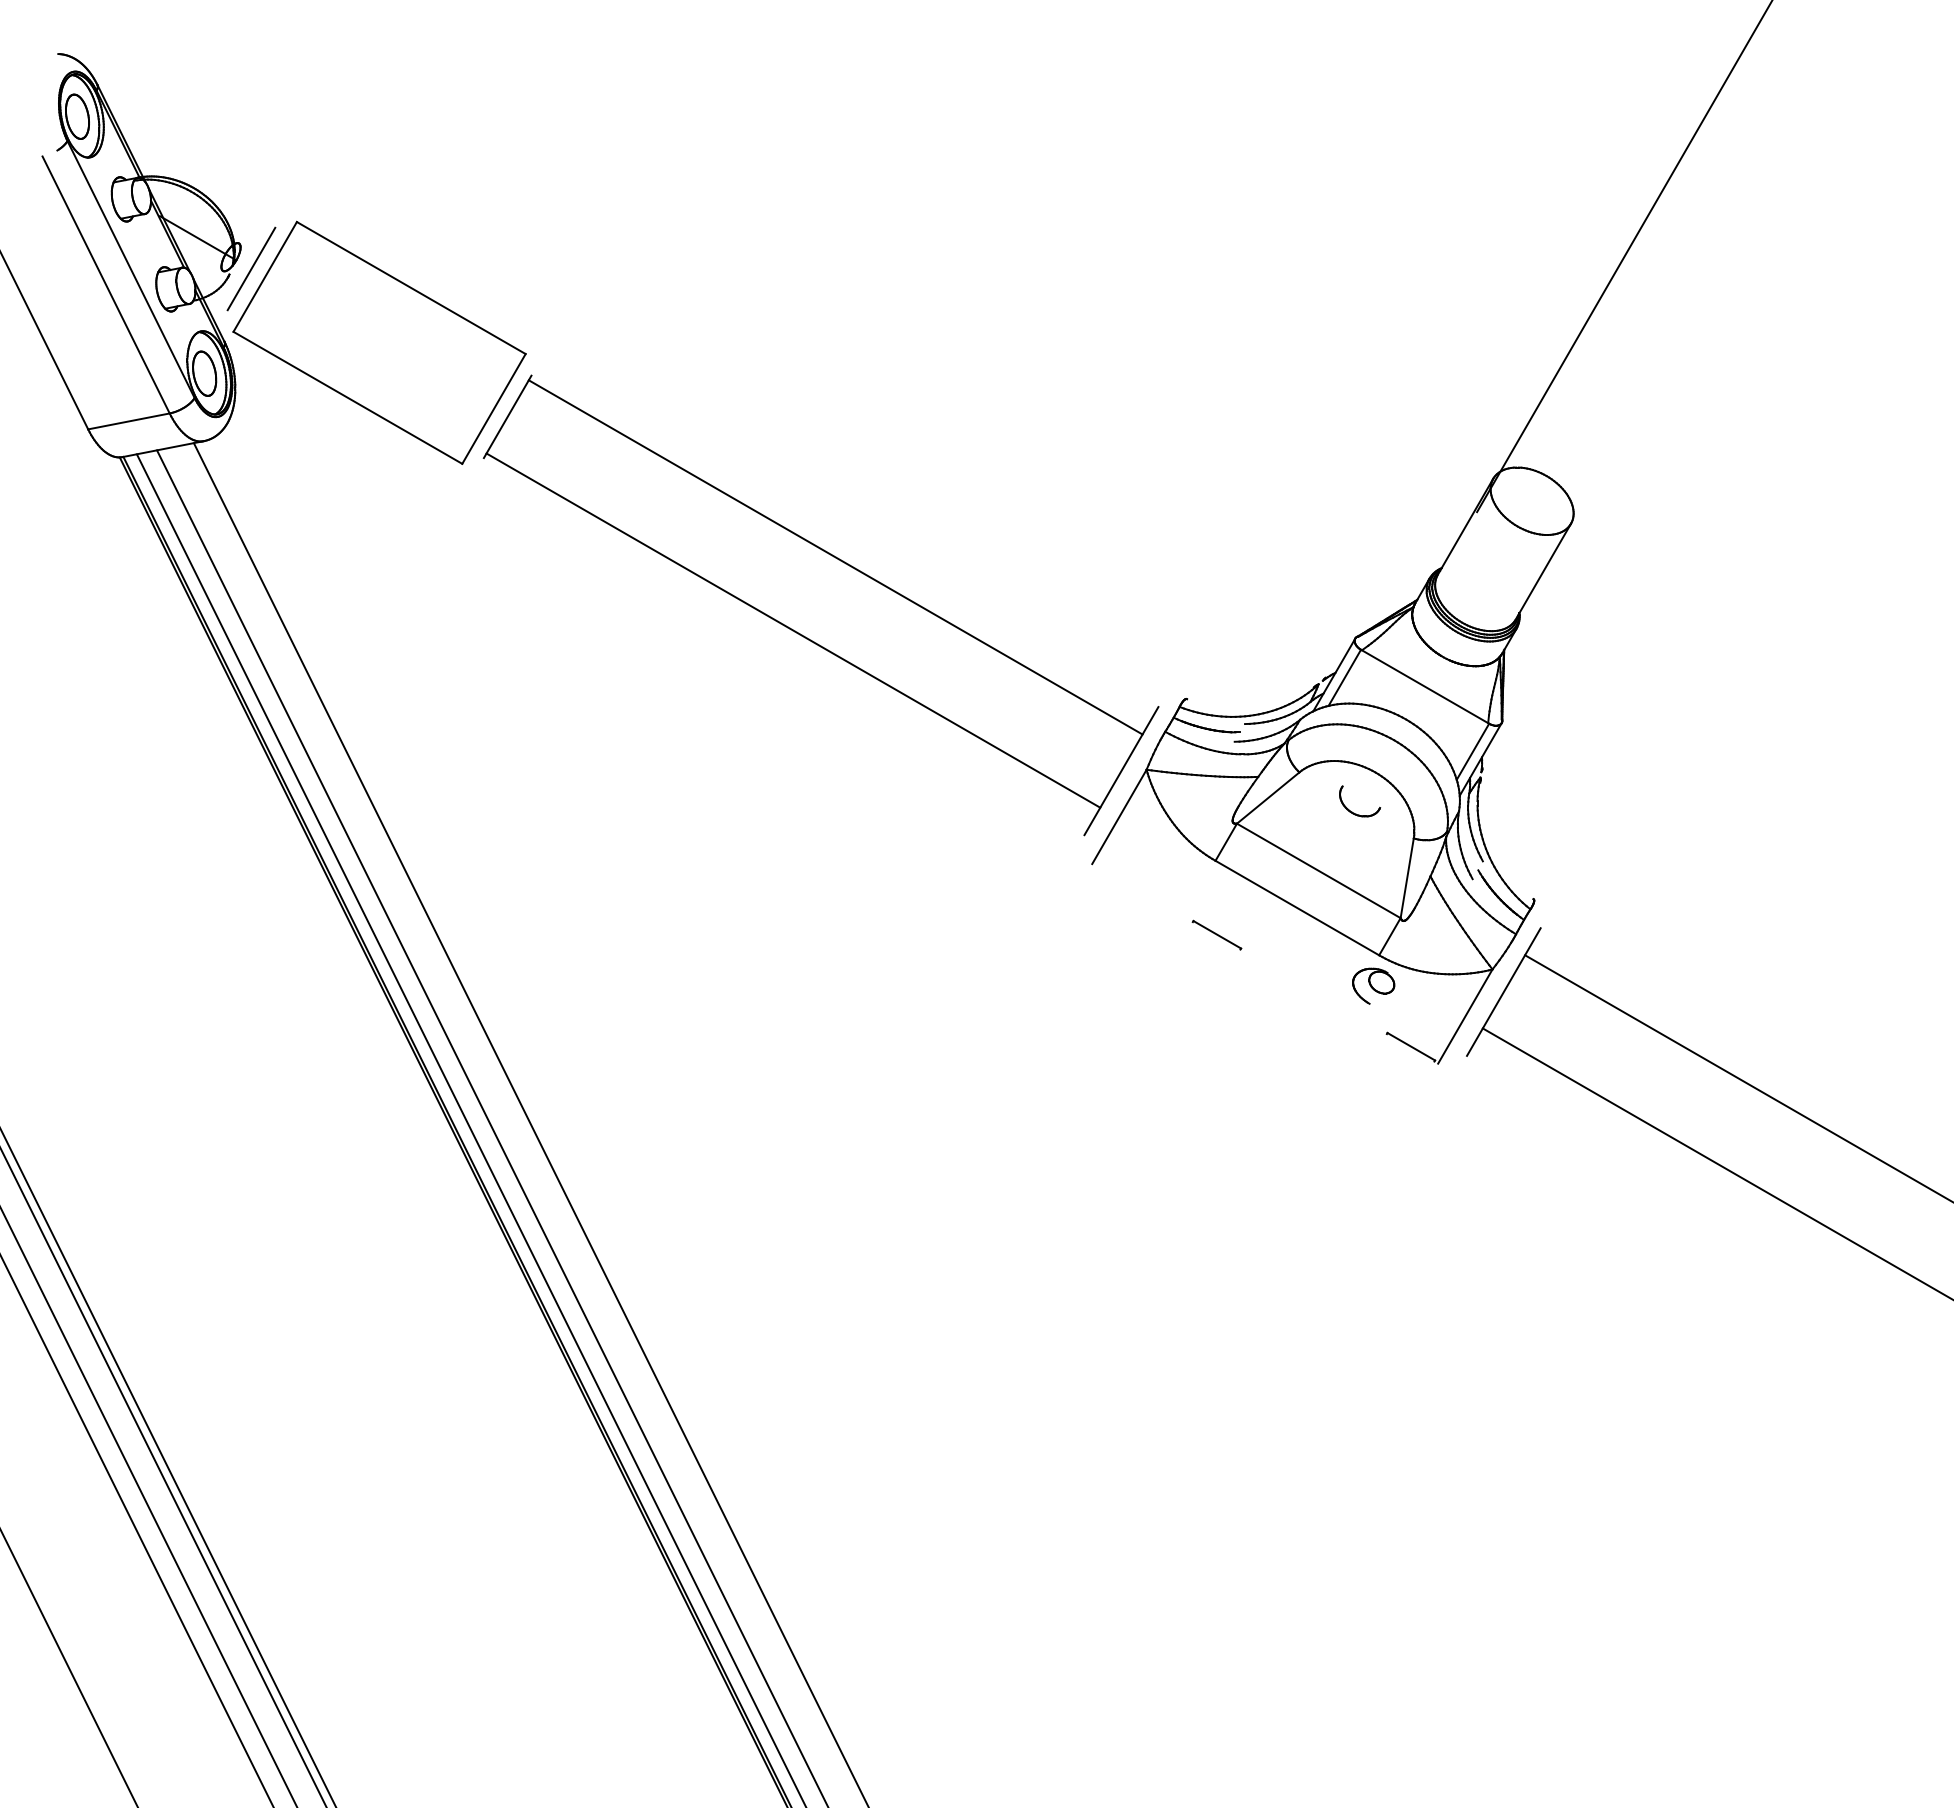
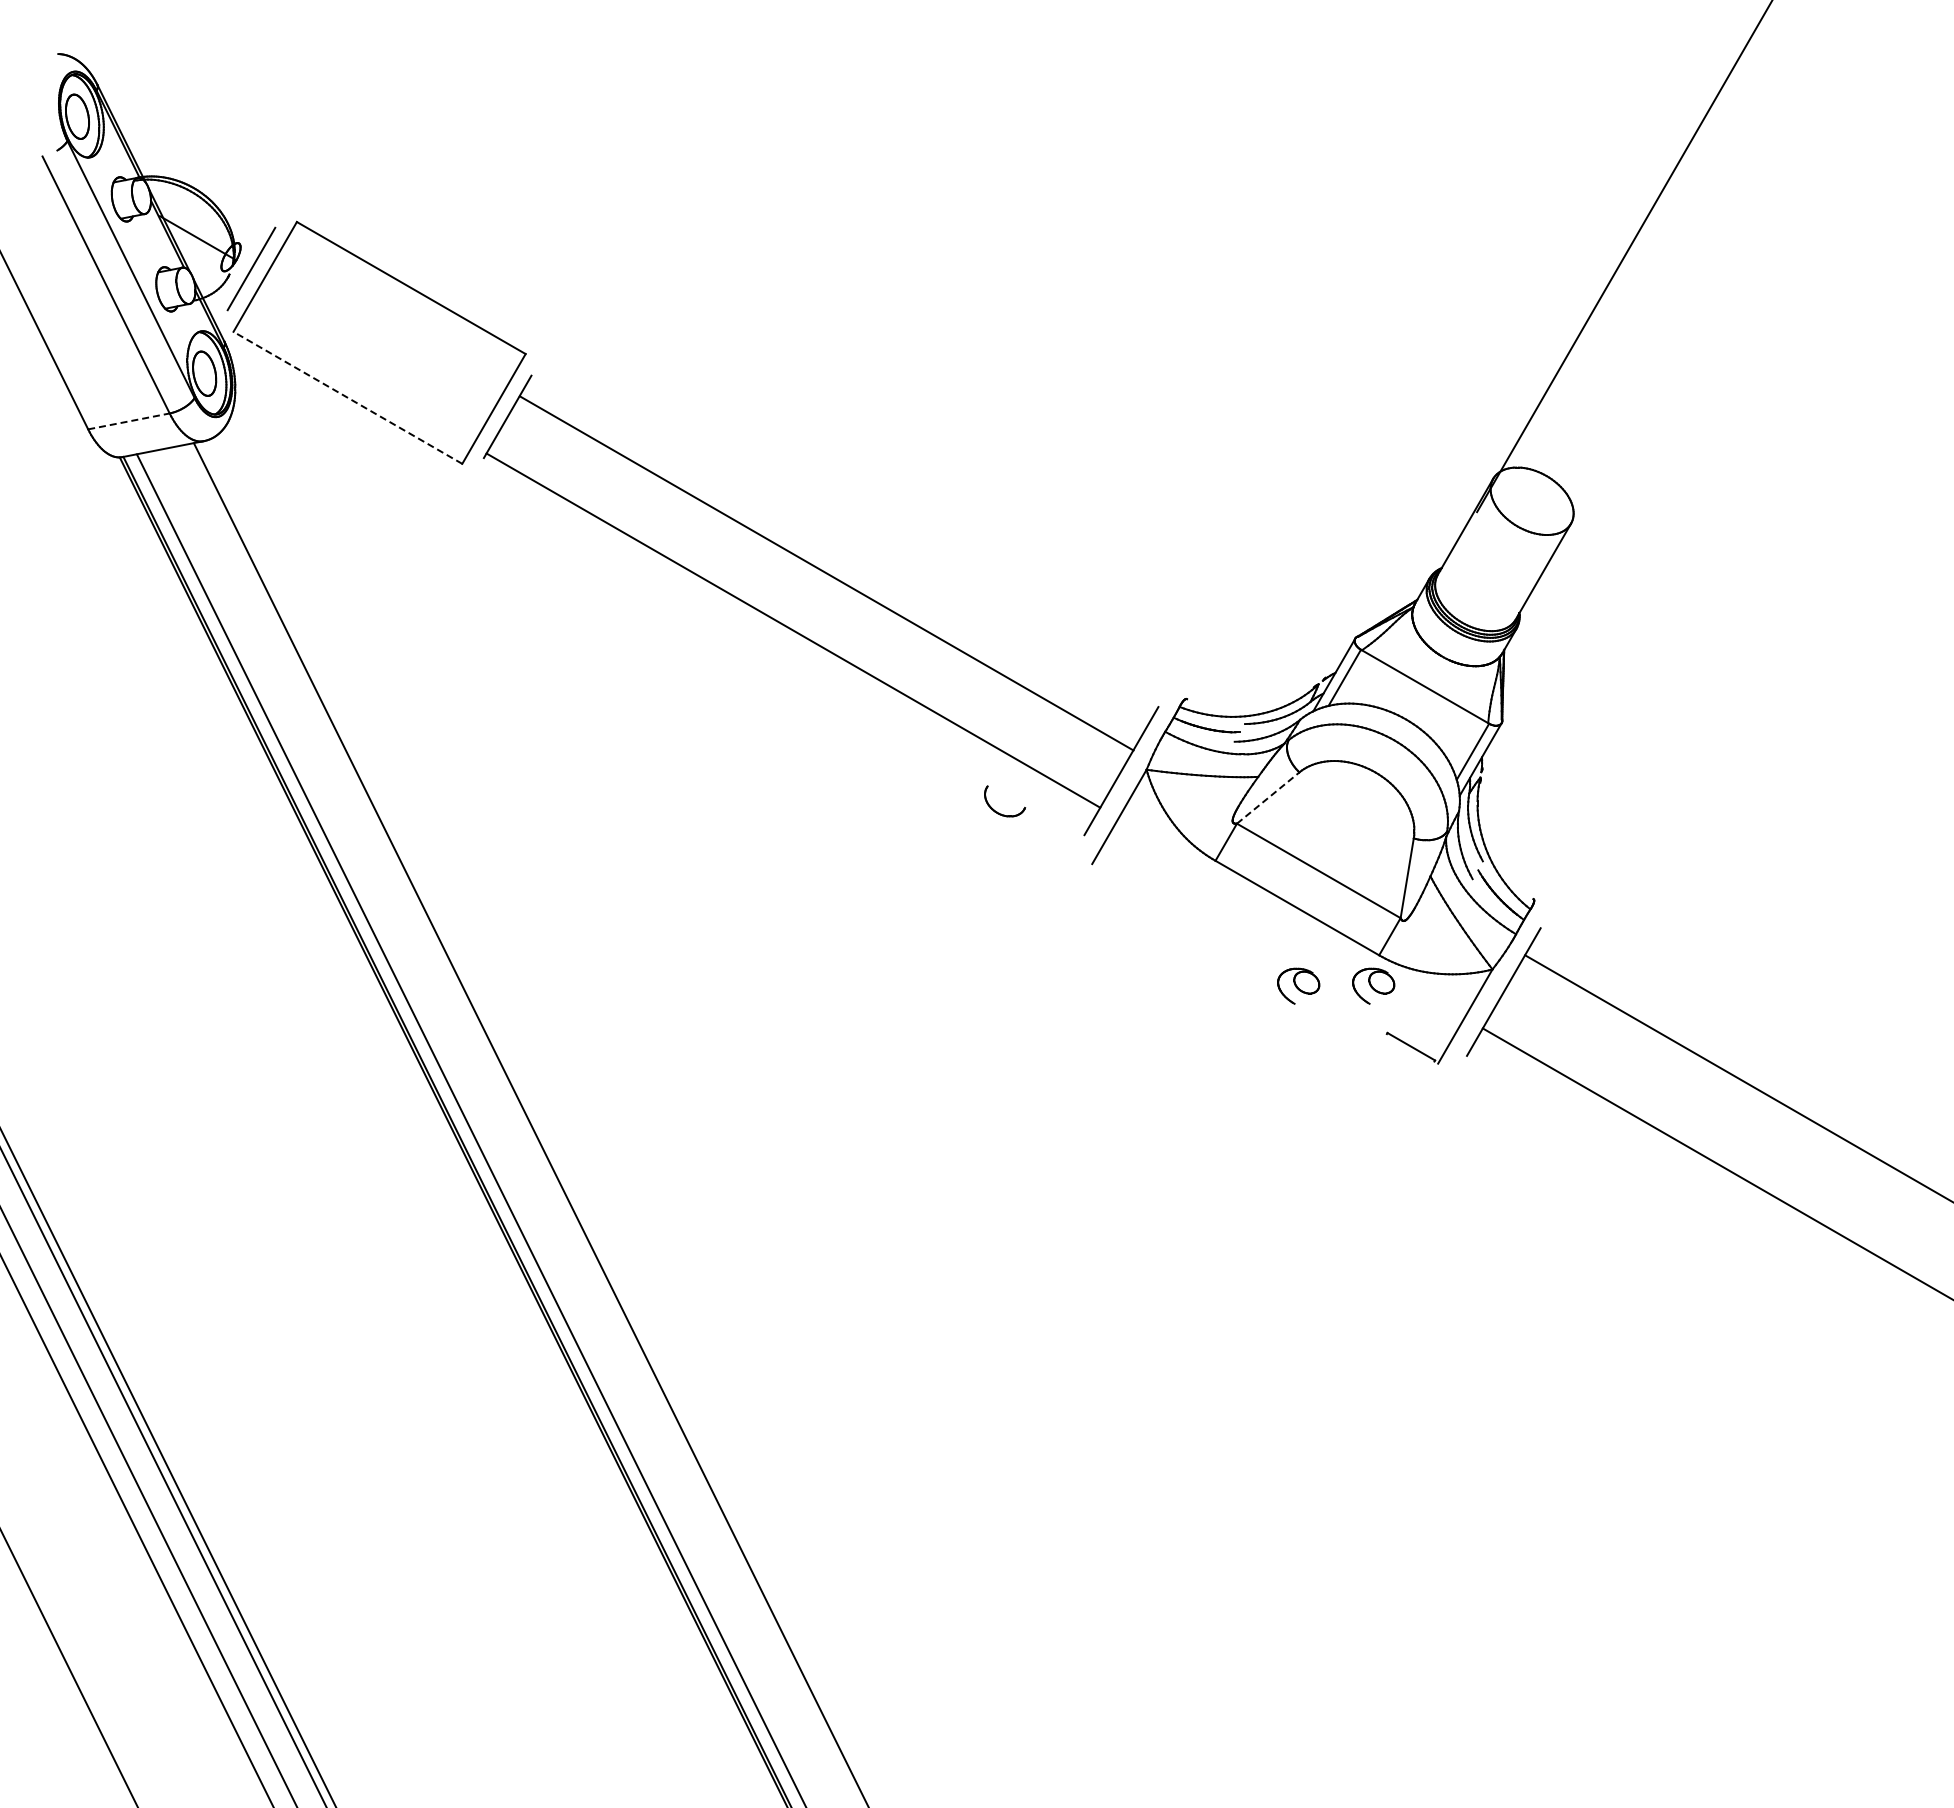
line at (347, 397): solid -> dashed
line at (128, 421): solid -> dashed
line at (835, 557) position: (835, 557) -> (826, 573)
line at (1268, 797): solid -> dashed
part at (1354, 812) position: (1354, 812) -> (999, 812)
part at (1216, 934): present -> none
part at (1298, 985): none -> present
line at (491, 1127): present -> none
